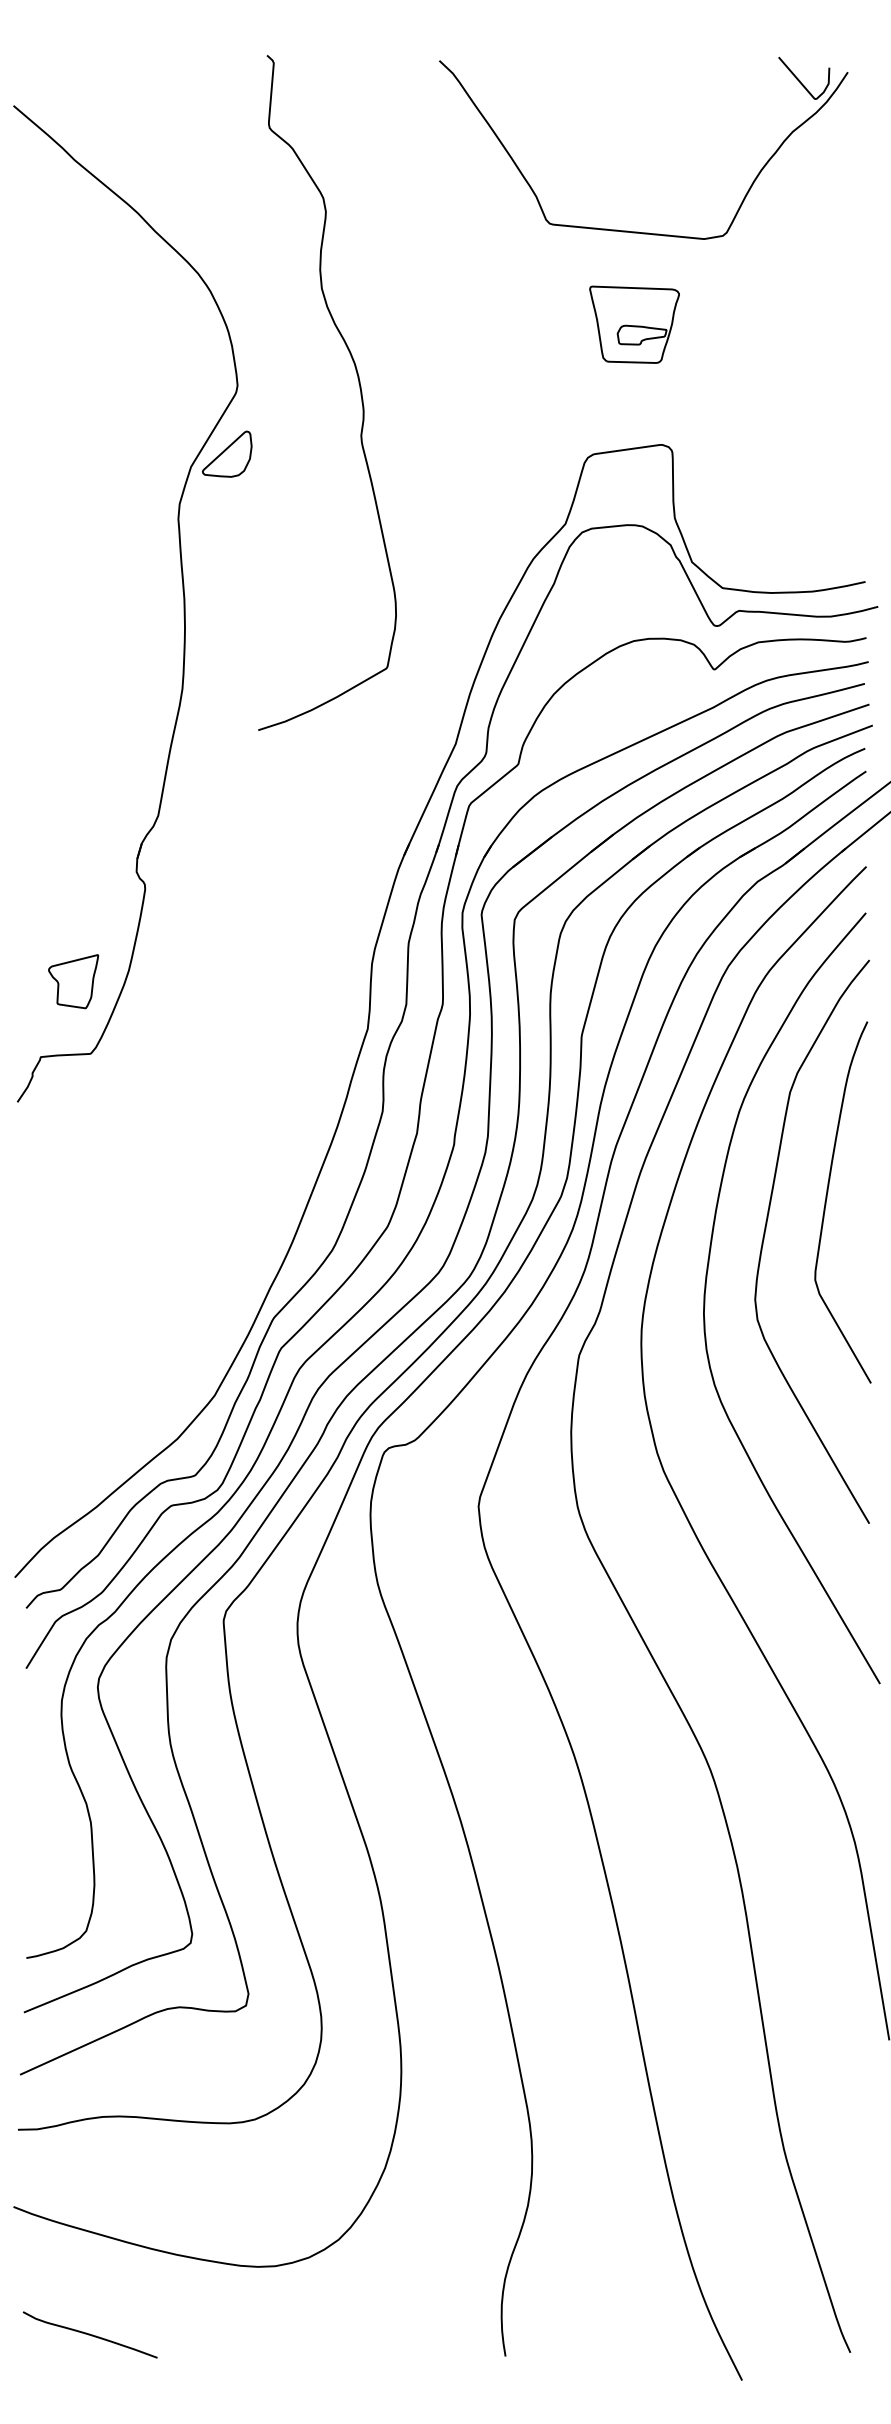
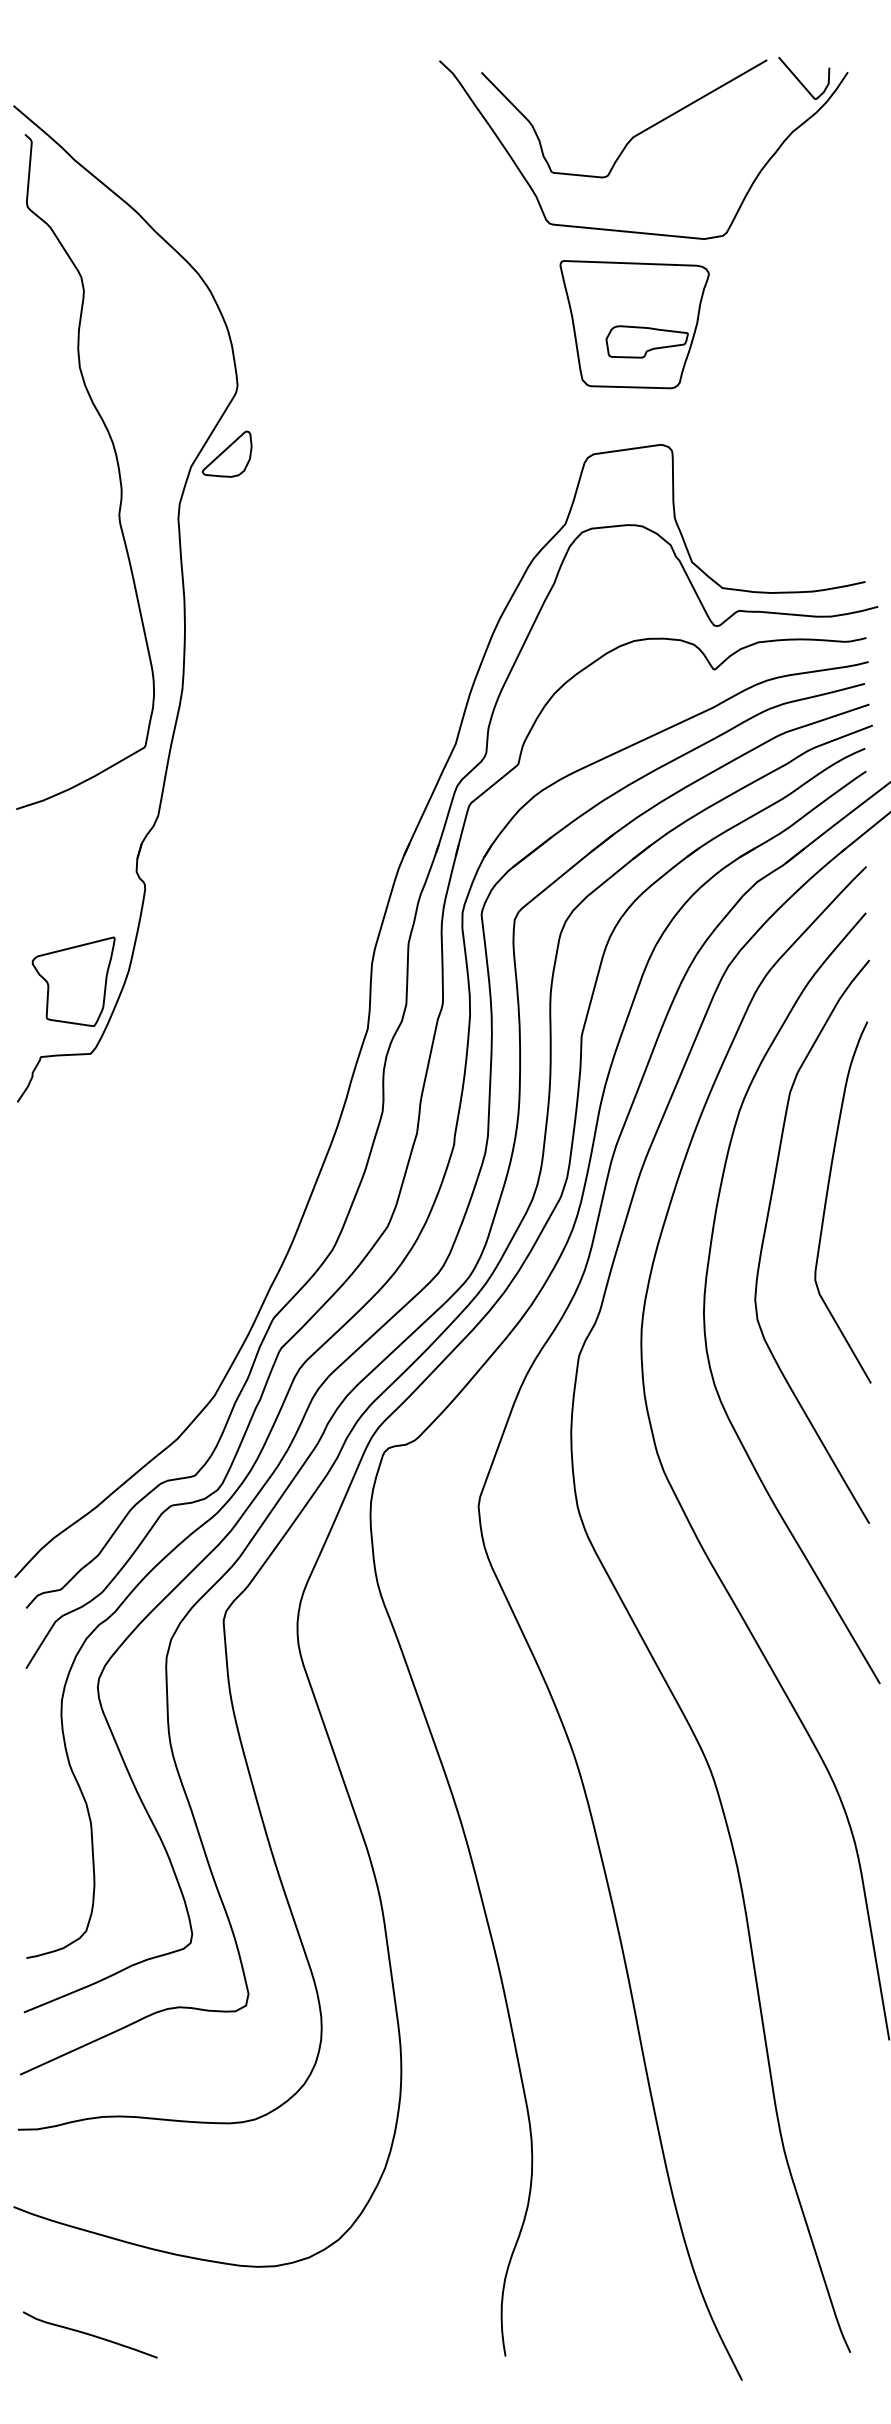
part at (635, 134): none -> present
part at (634, 324) size: 91x79 px -> 151x130 px
curve at (359, 388) position: (359, 388) -> (117, 467)
part at (73, 981) size: 52x56 px -> 85x91 px
